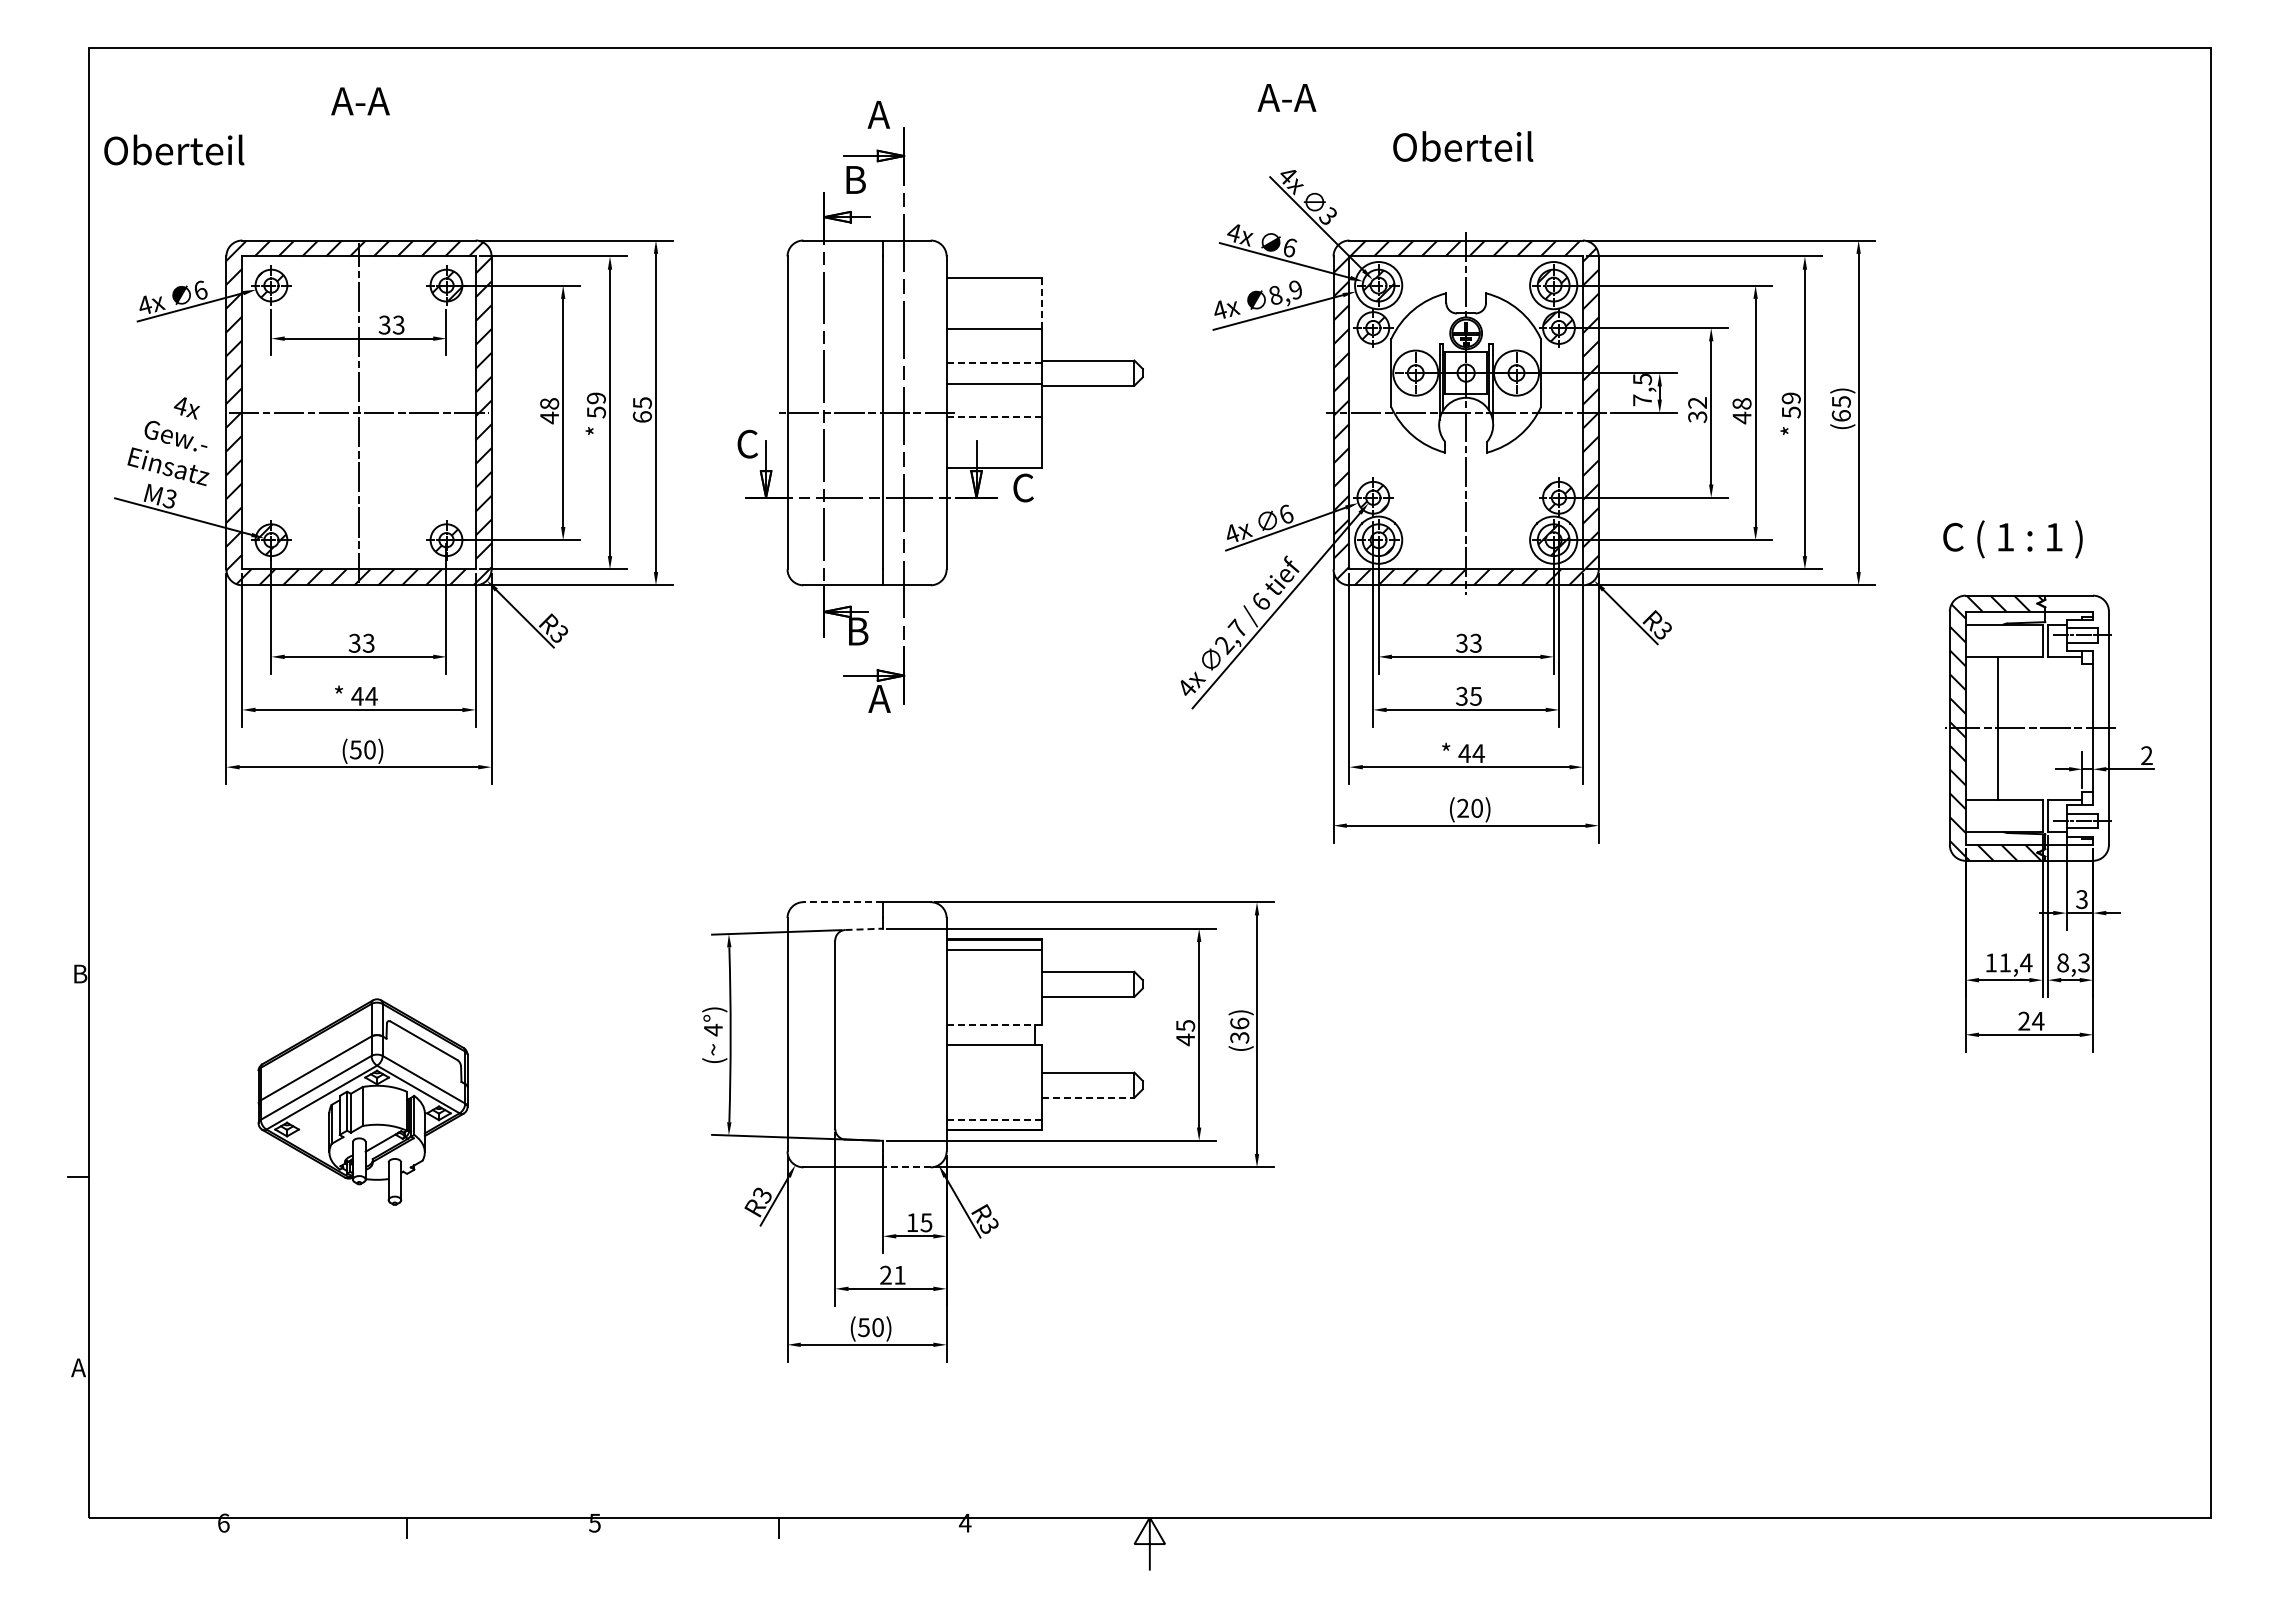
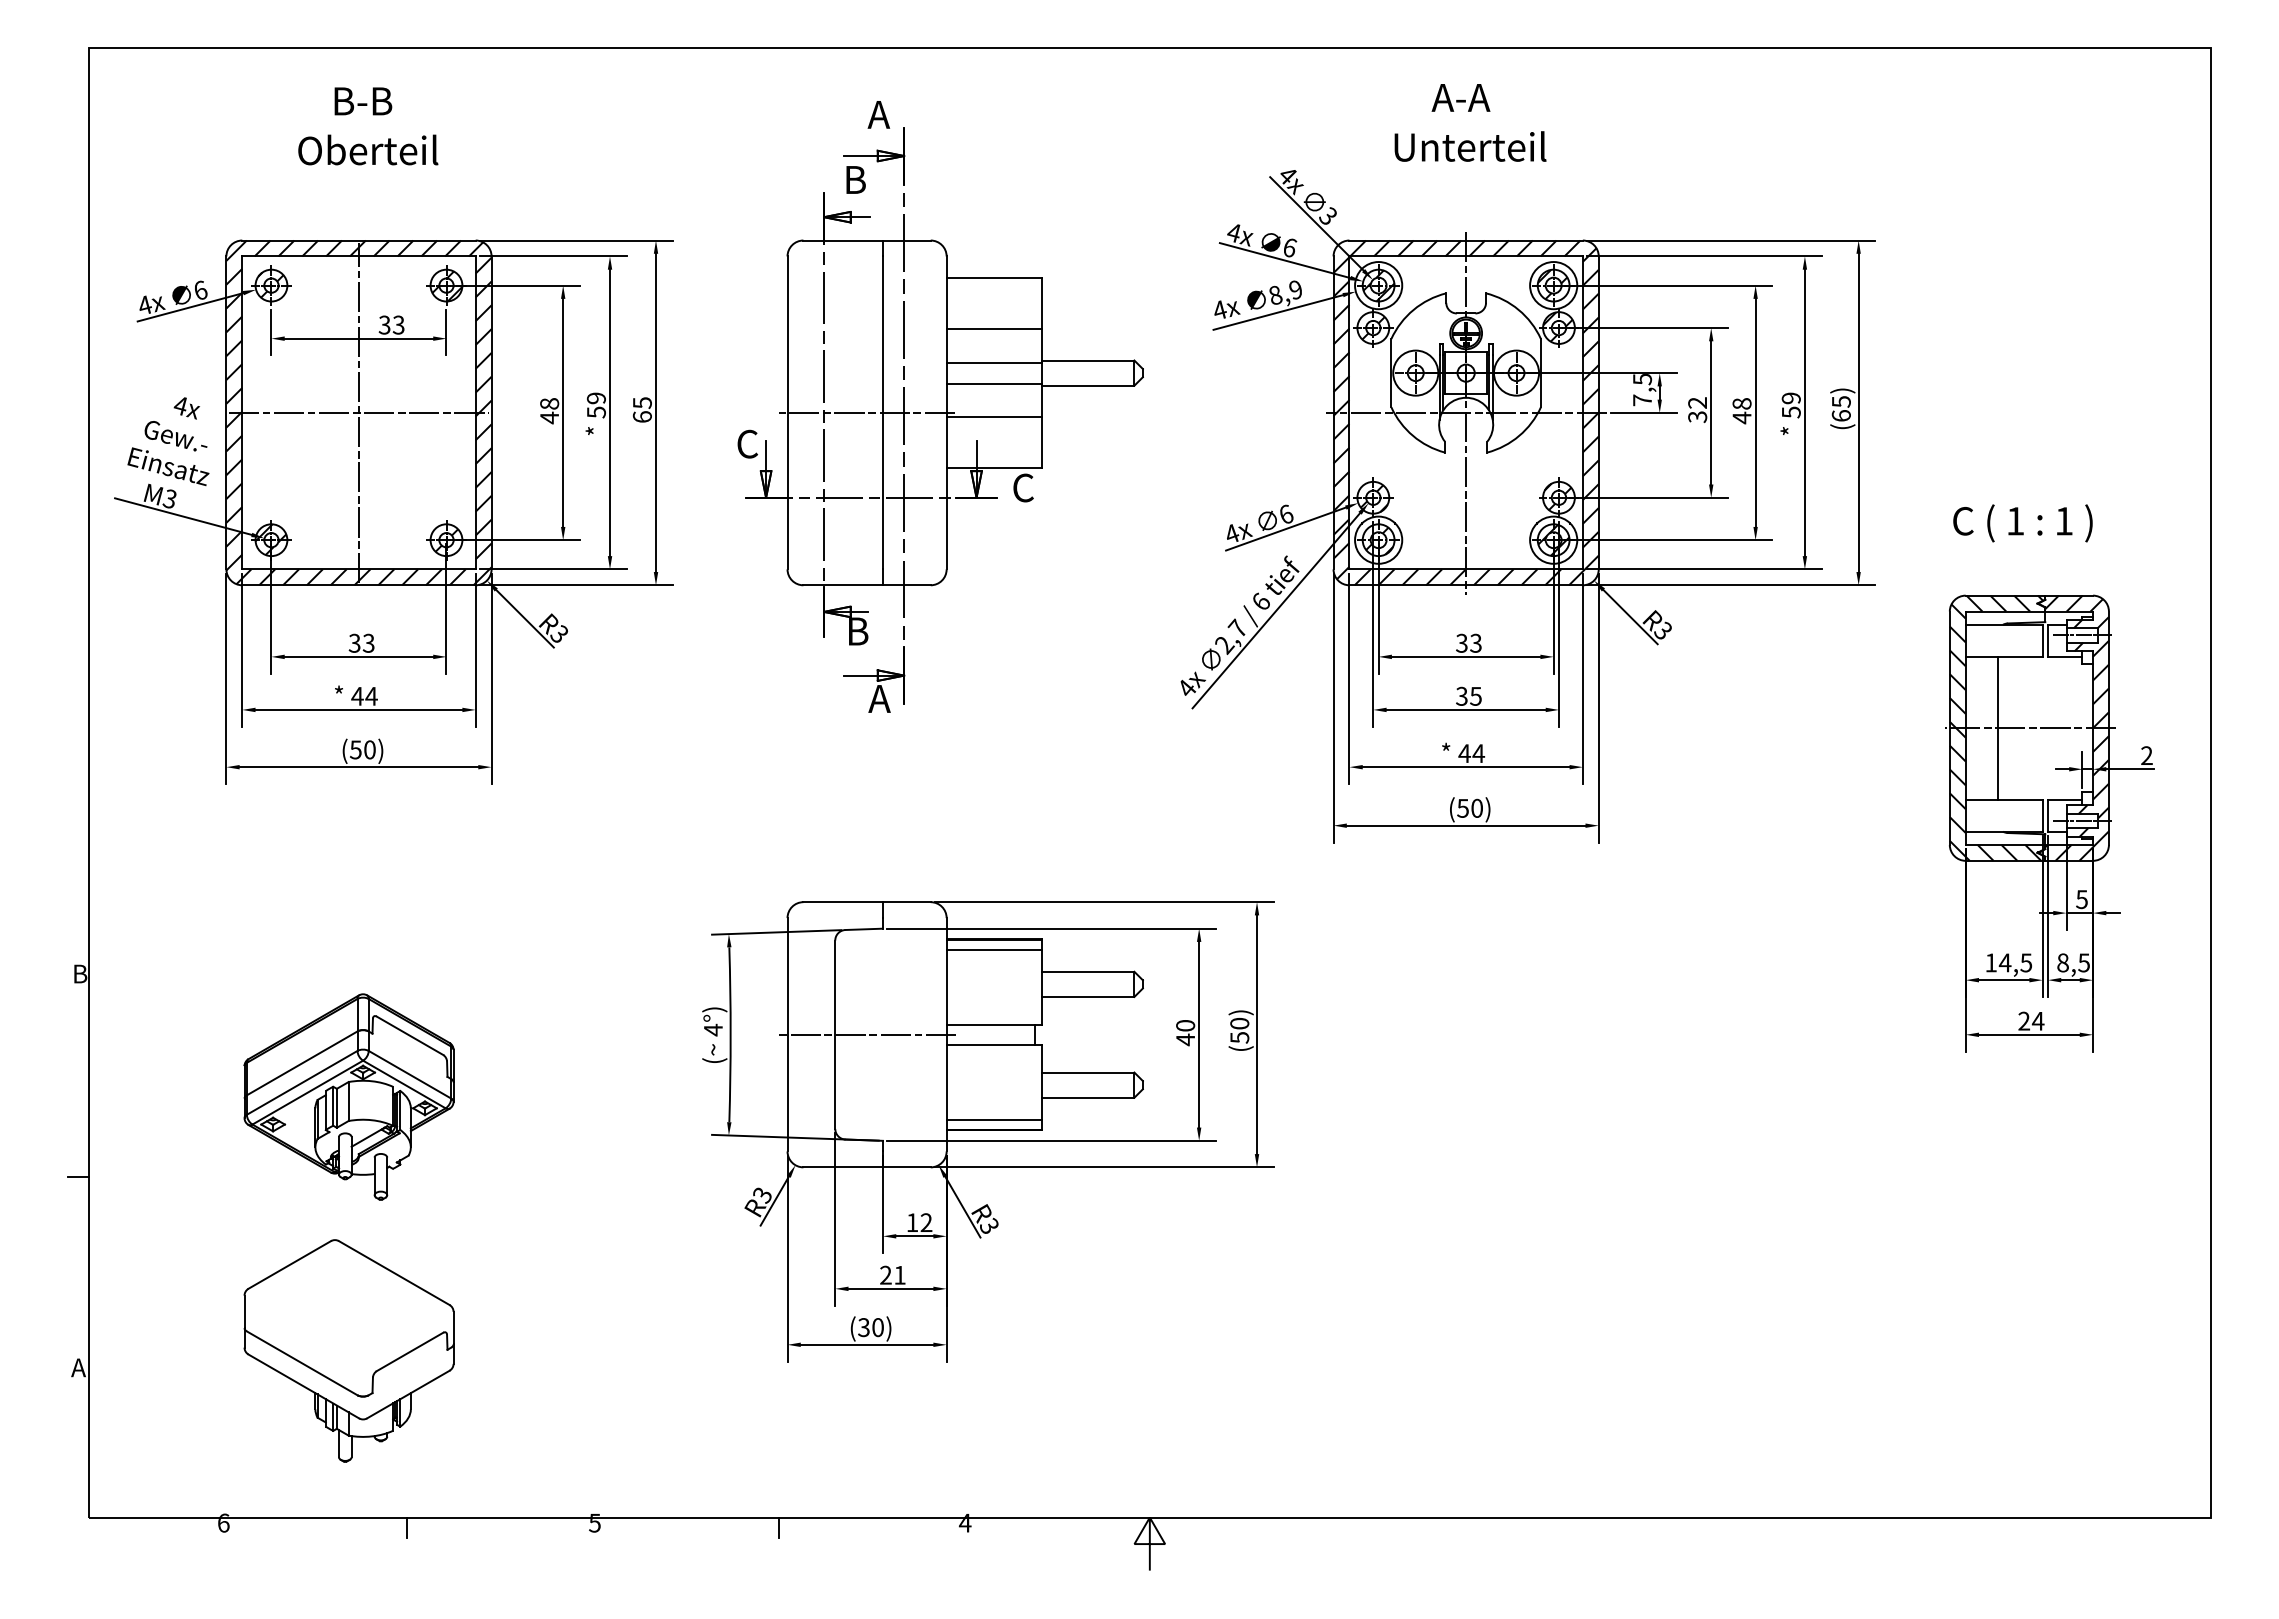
text at (1286, 97) position: (1286, 97) -> (1460, 97)
text at (361, 101): A-A -> B-B
text at (1469, 146): Oberteil -> Unterteil
text at (174, 149) position: (174, 149) -> (368, 149)
line at (1042, 303): dashed -> solid
line at (994, 362): dashed -> solid
line at (994, 416): dashed -> solid
text at (2012, 539) position: (2012, 539) -> (2022, 523)
hatch at (2073, 727): none -> present
text at (1462, 807): (20) -> (50)
text at (2081, 899): 3 -> 5
line at (843, 902): dashed -> solid
line at (864, 929): dashed -> solid
text at (2015, 962): 11,4 -> 14,5
text at (2083, 962): 8,3 -> 8,5
line at (994, 1024): dashed -> solid
text at (1185, 1025): 45 -> 40
text at (1239, 1030): (36) -> (50)
line at (866, 1034): none -> present
line at (1088, 1097): dashed -> solid
part at (362, 1101) position: (362, 1101) -> (348, 1096)
line at (994, 1119): dashed -> solid
line at (906, 1167): dashed -> solid
text at (926, 1222): 15 -> 12
text at (863, 1327): (50) -> (30)
part at (348, 1350): none -> present
